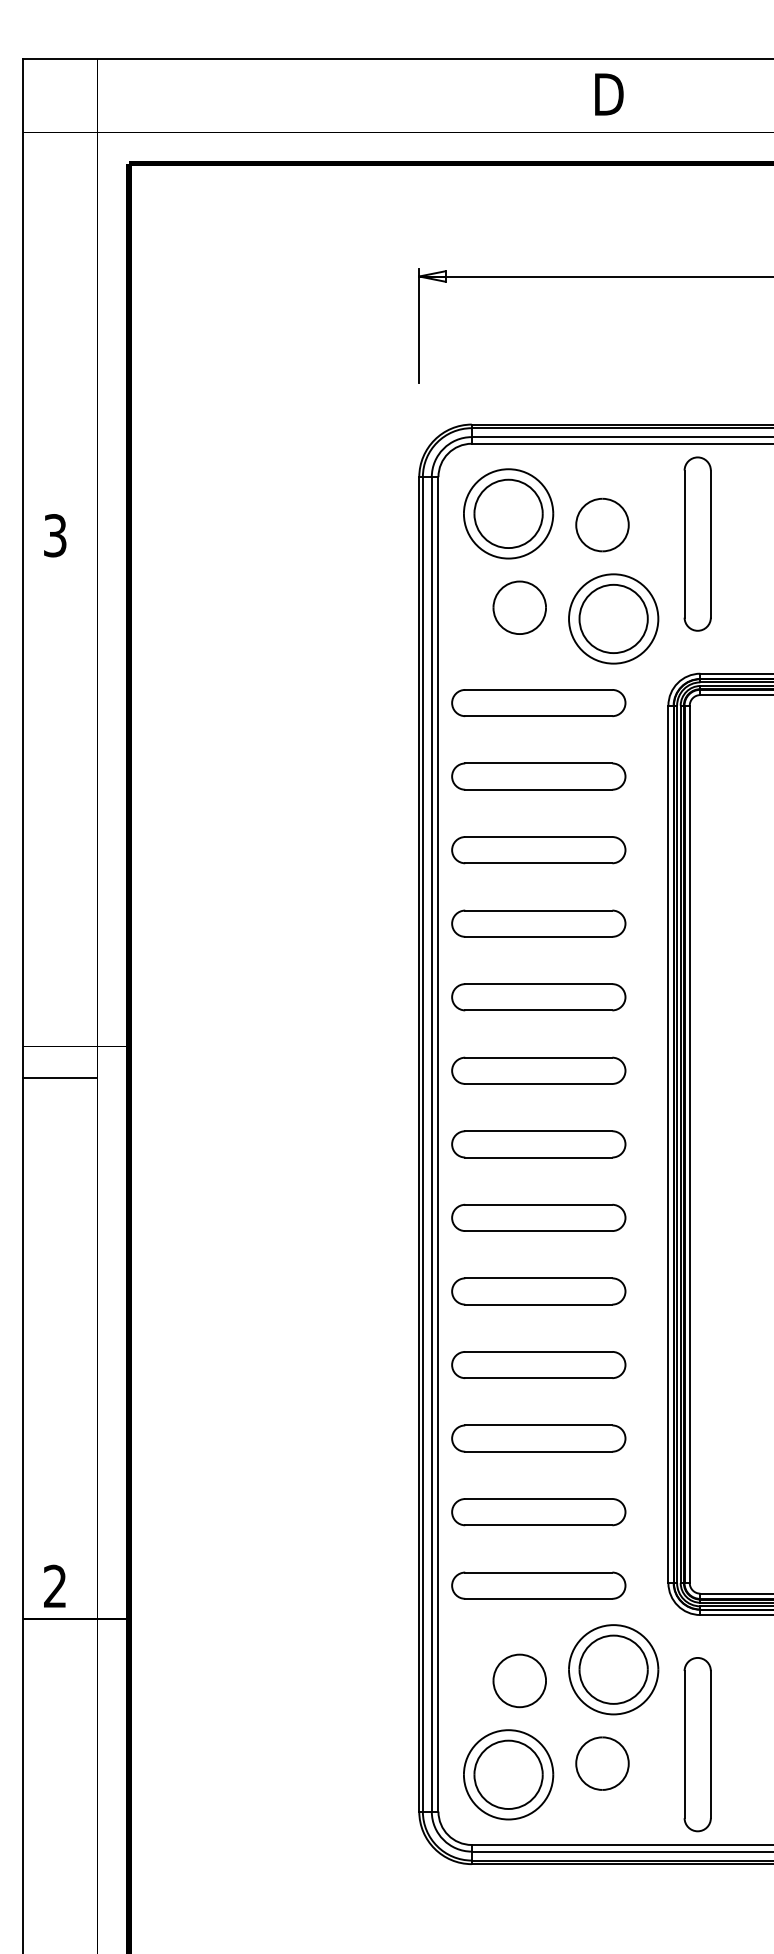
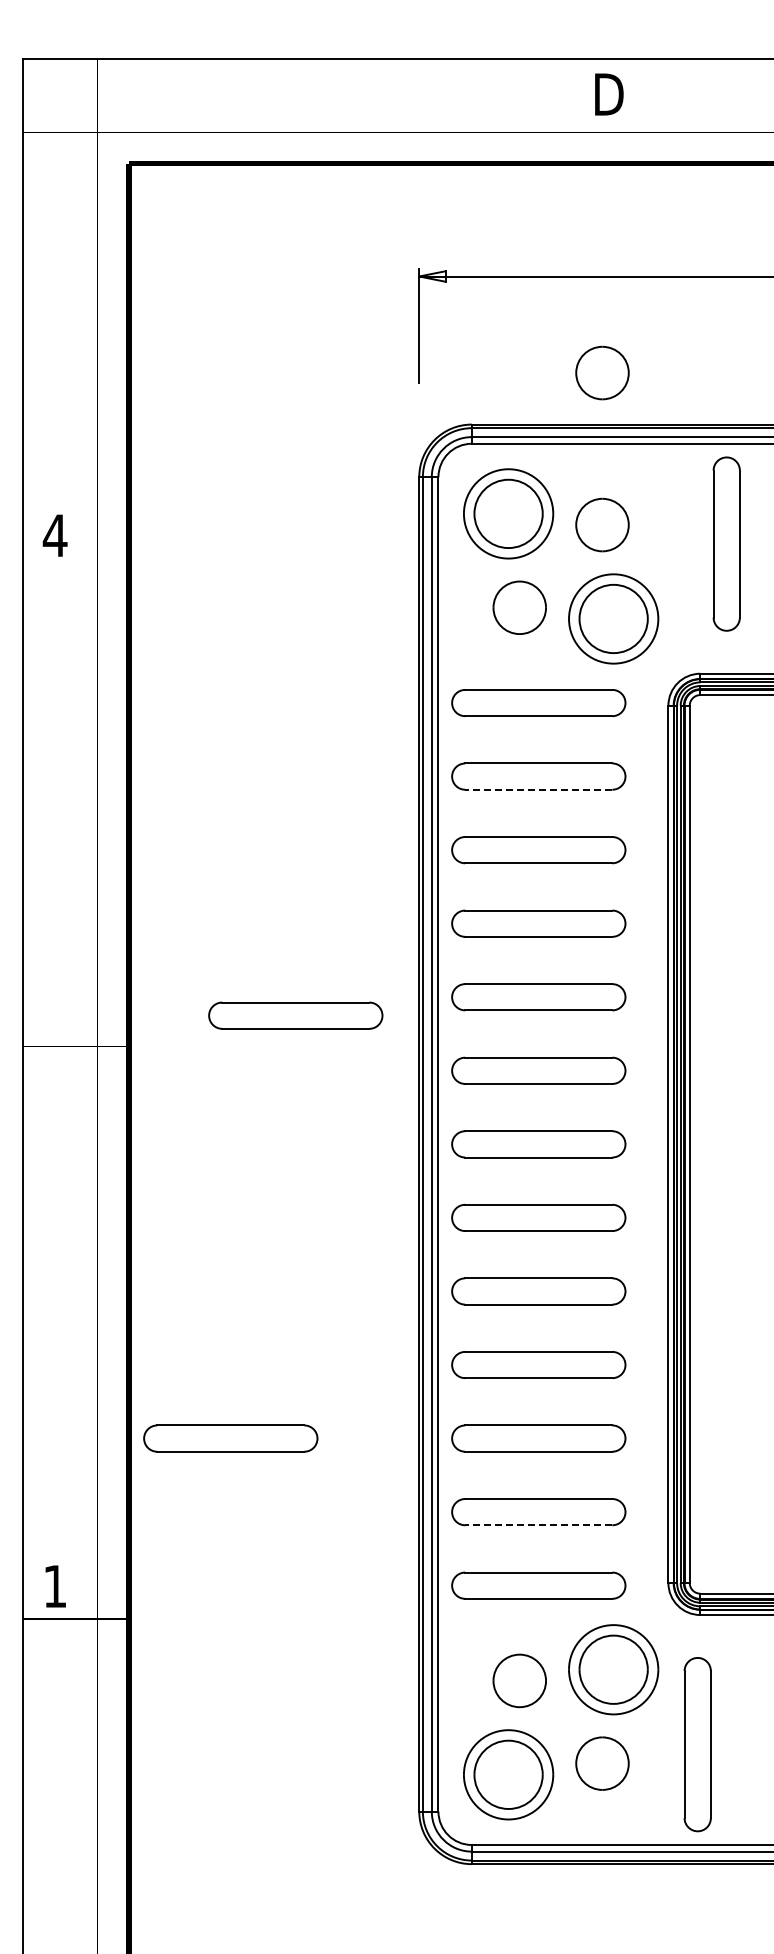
part at (602, 372): none -> present
text at (54, 535): 3 -> 4
part at (697, 543) position: (697, 543) -> (726, 543)
line at (538, 789): solid -> dashed
part at (295, 1015): none -> present
line at (59, 1078): present -> none
part at (230, 1438): none -> present
line at (538, 1525): solid -> dashed
text at (54, 1585): 2 -> 1
